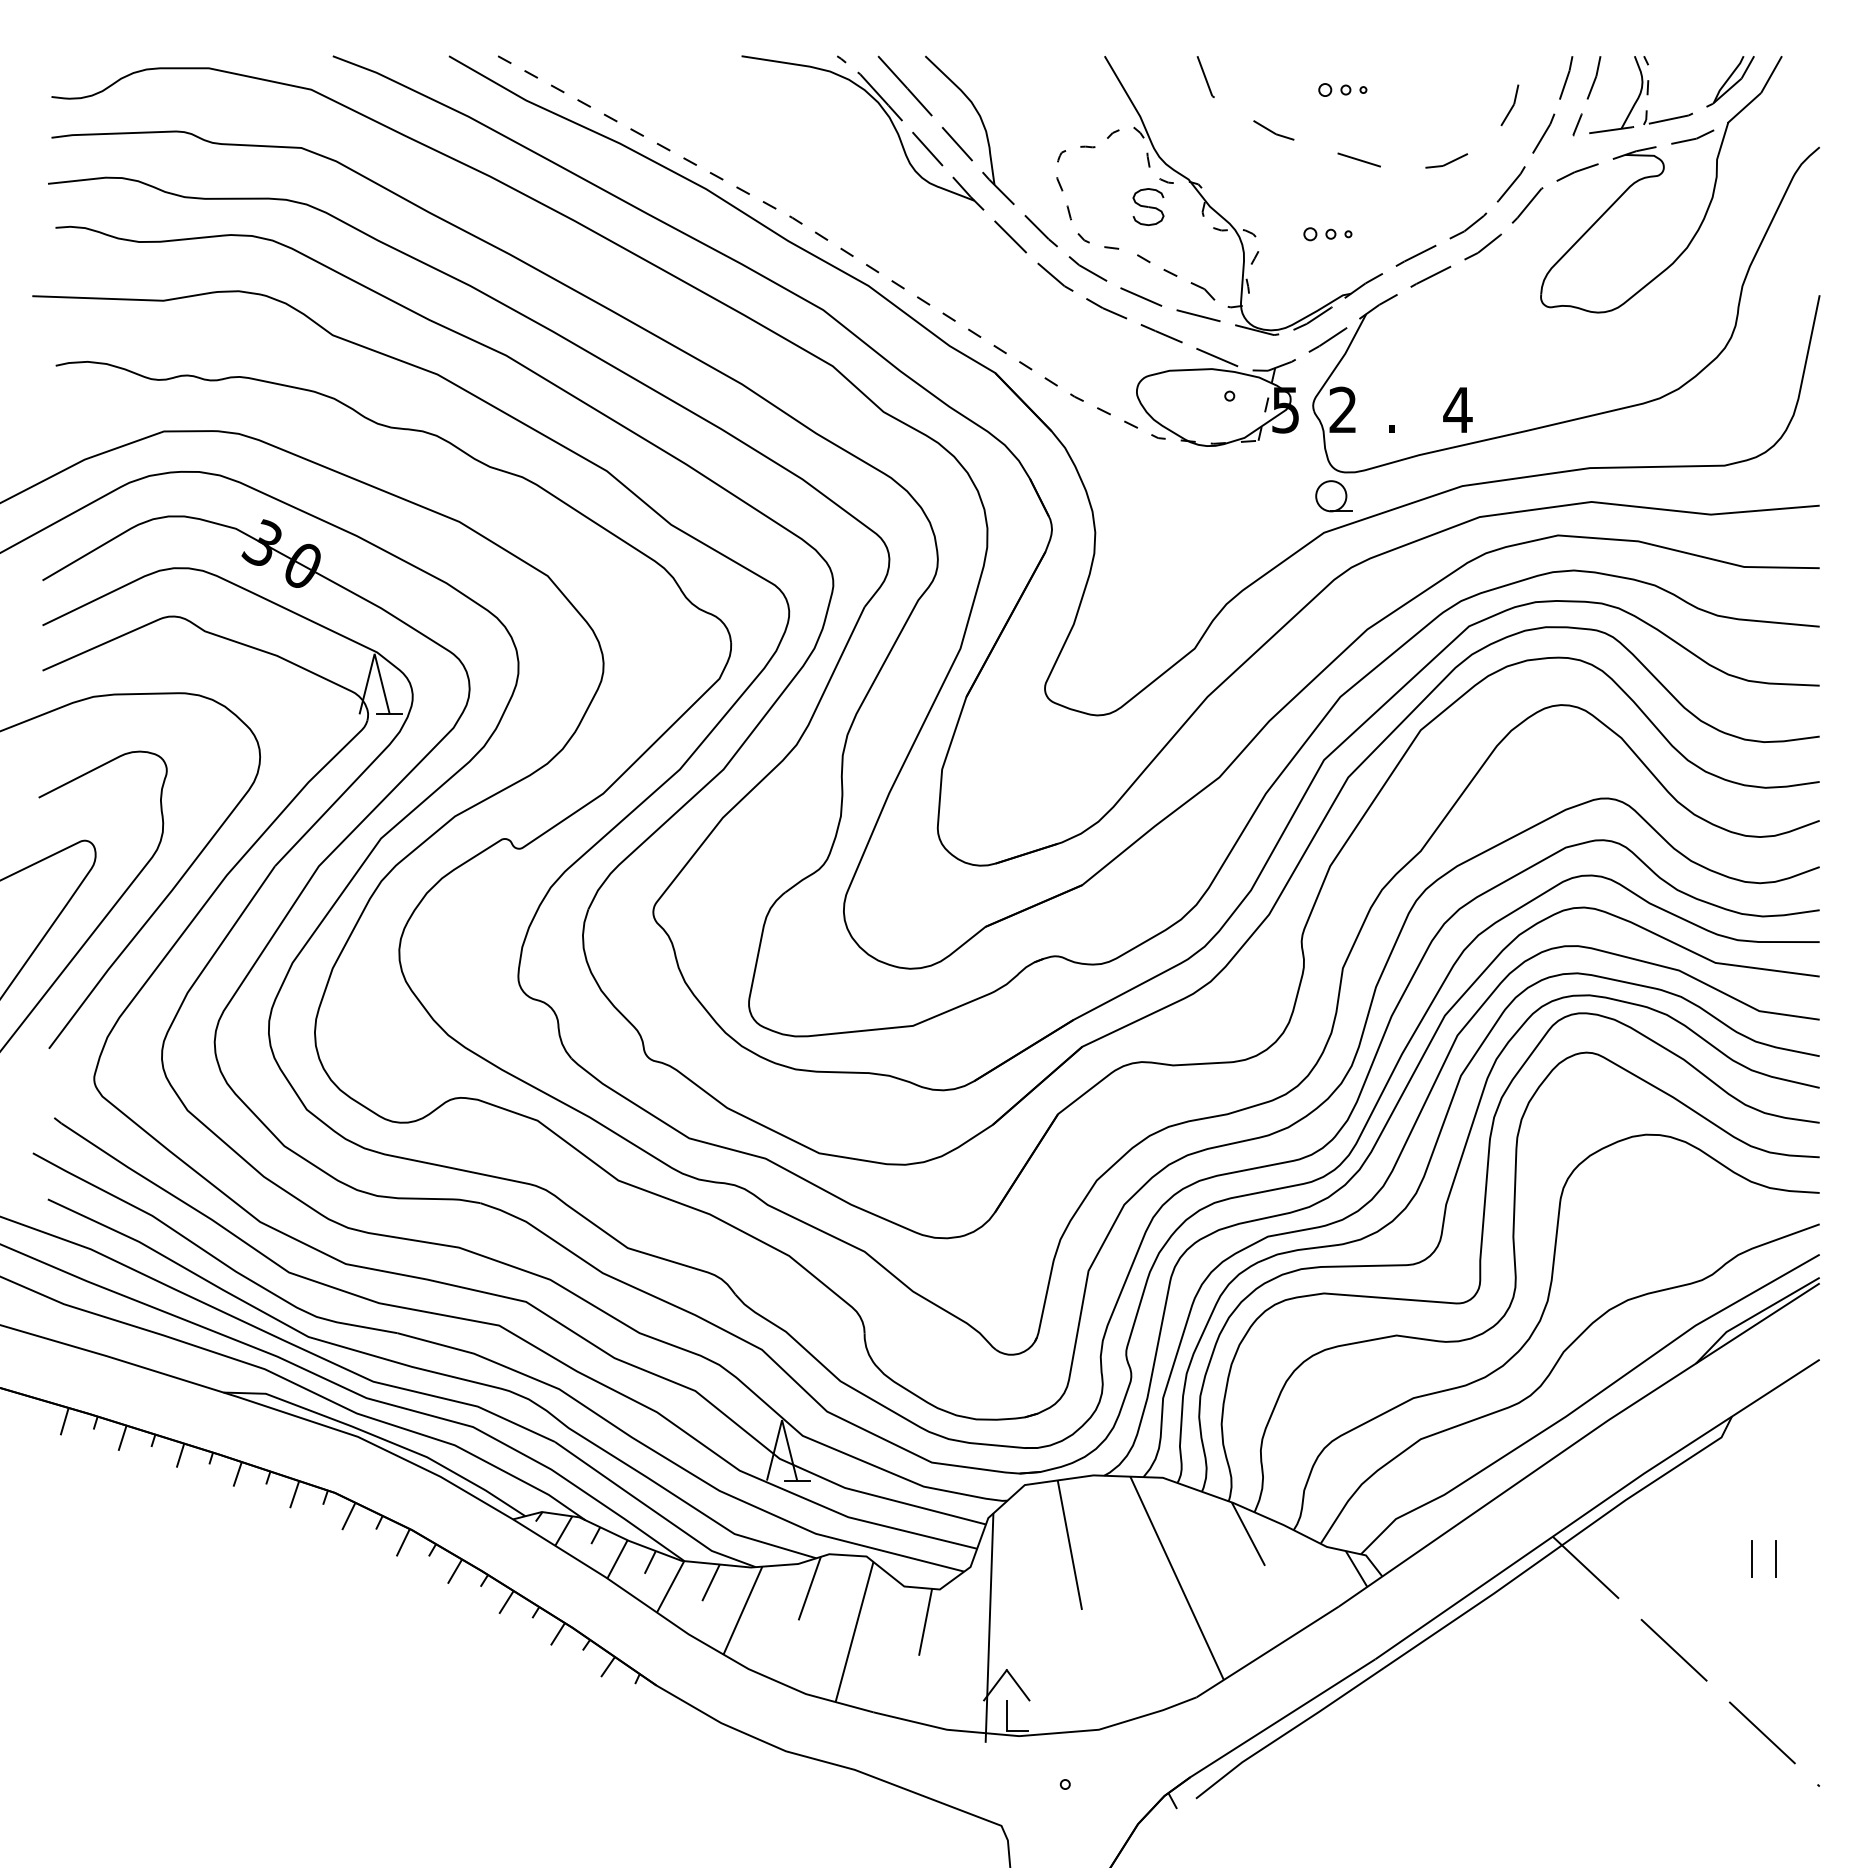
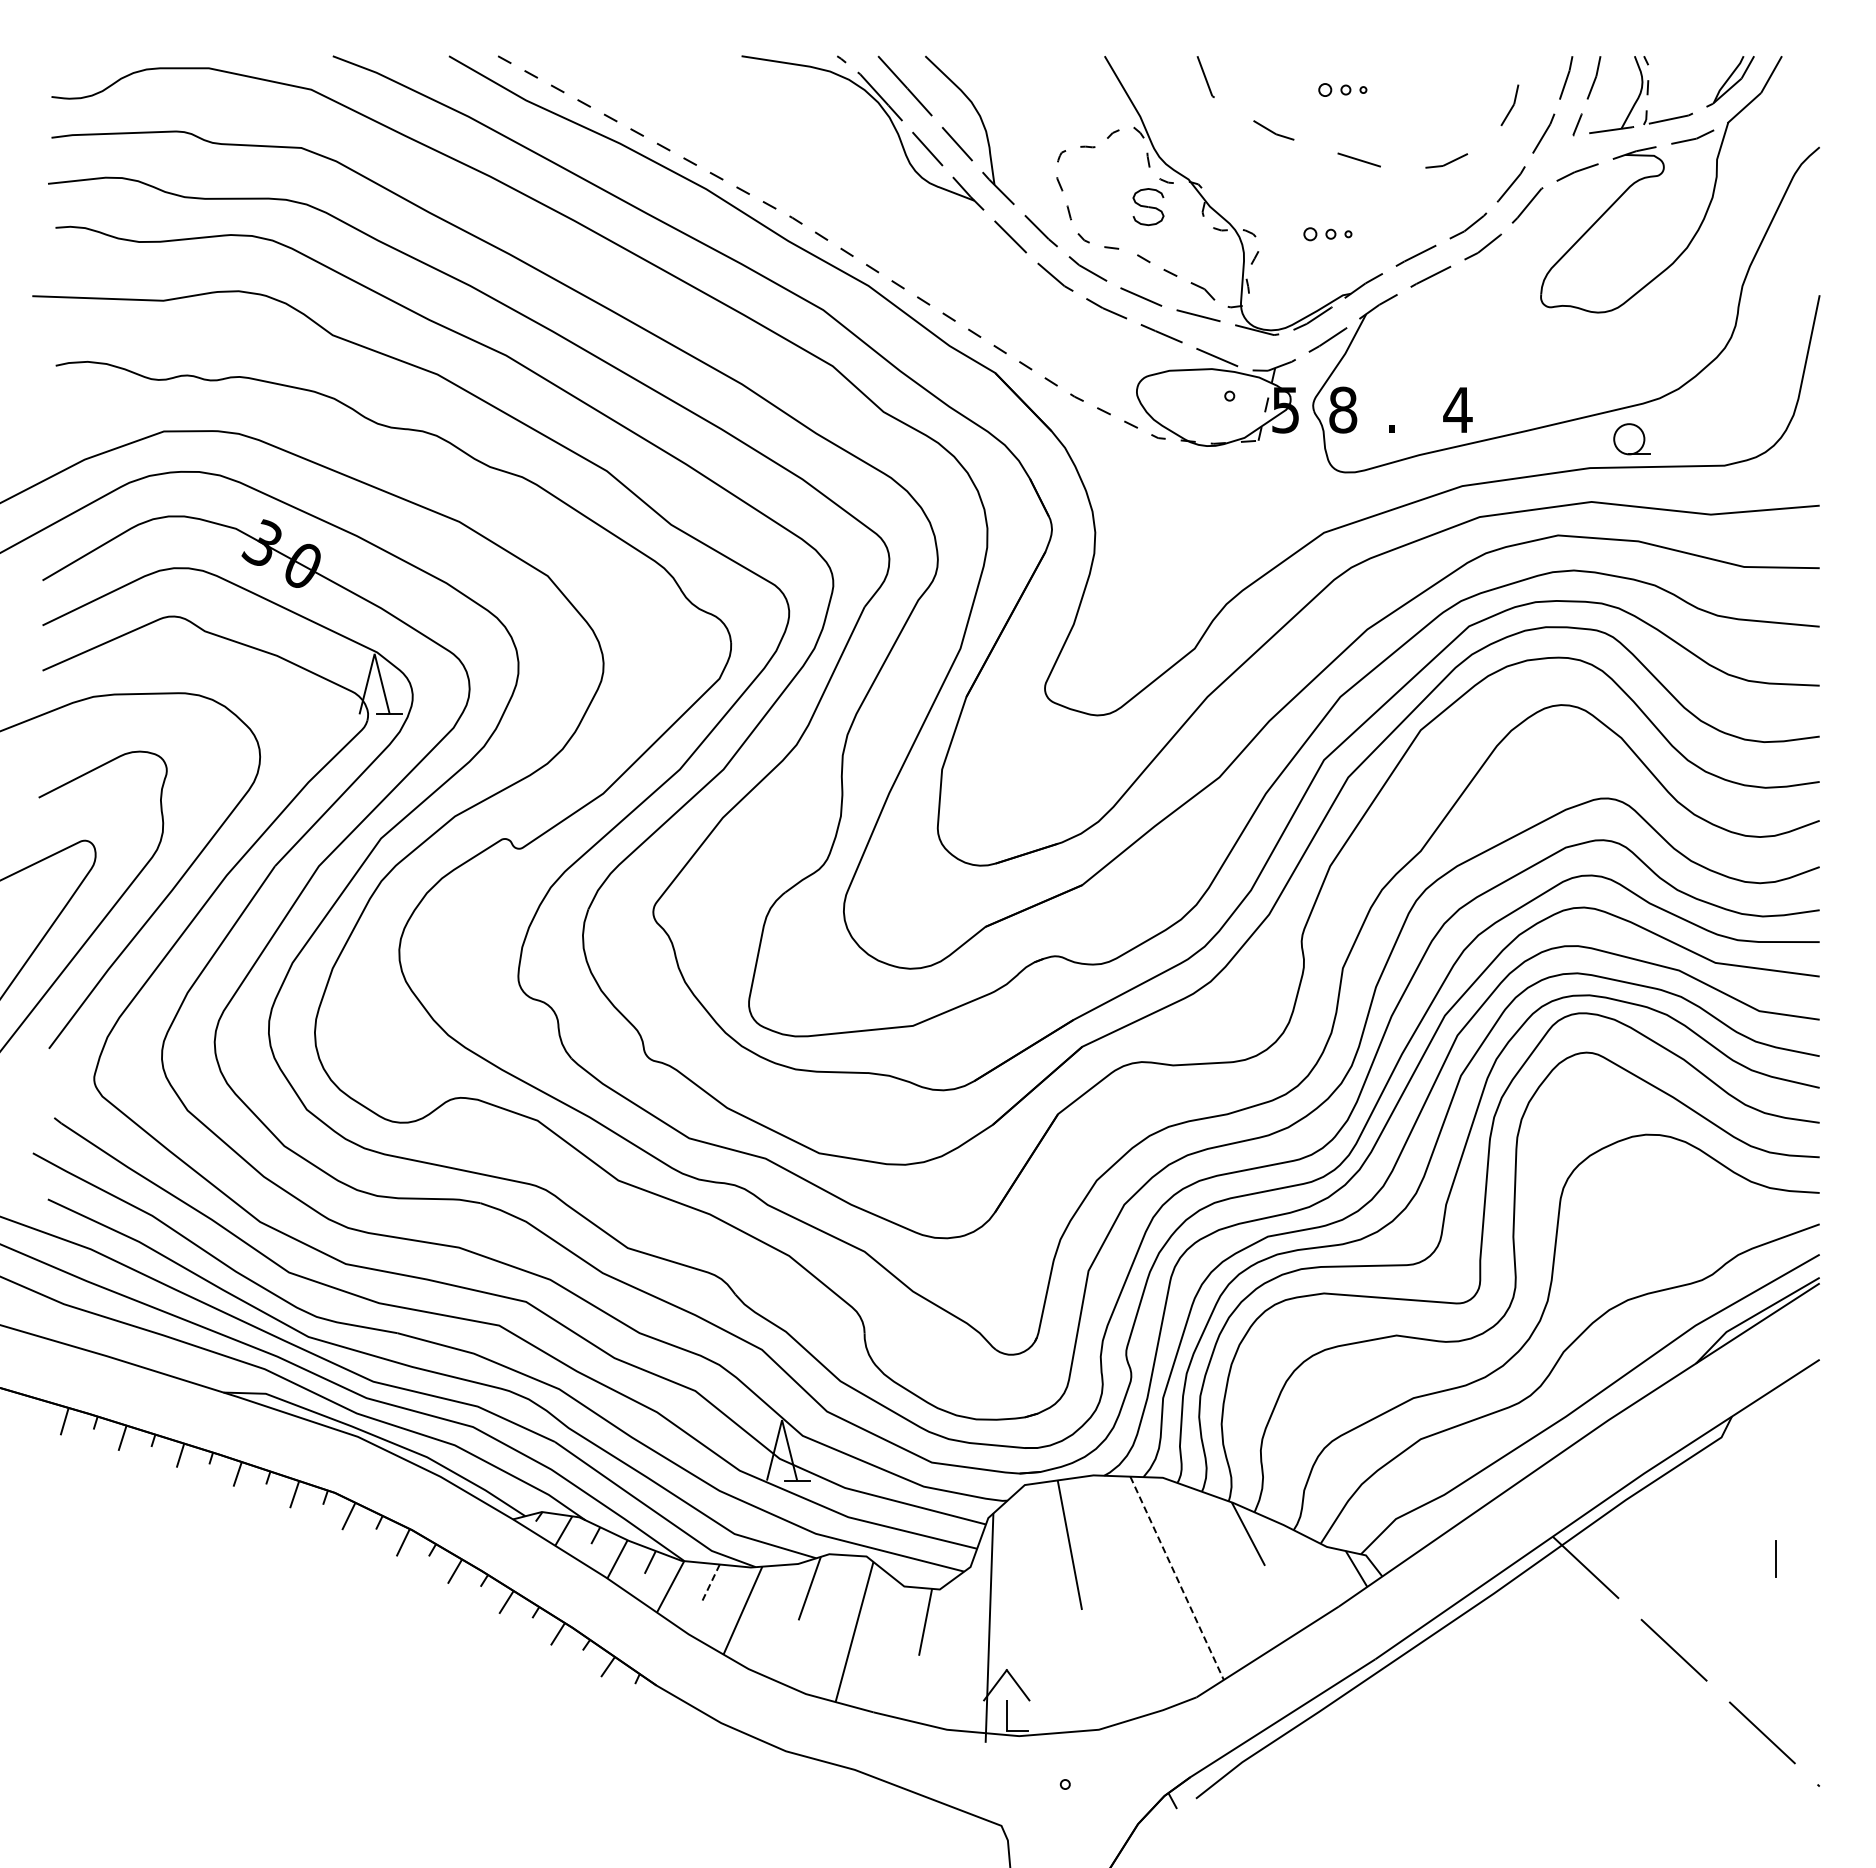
text at (1343, 409): 2 -> 8
part at (1333, 496) position: (1333, 496) -> (1631, 439)
line at (1751, 1558): present -> none
line at (1177, 1578): solid -> dashed
line at (710, 1583): solid -> dashed
